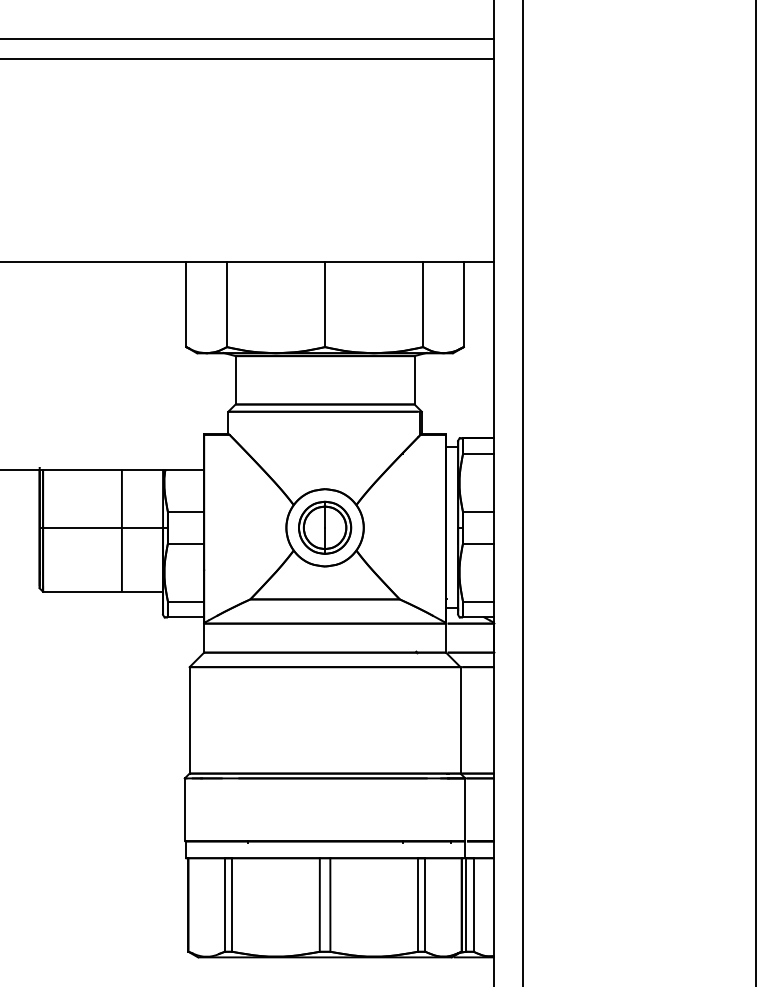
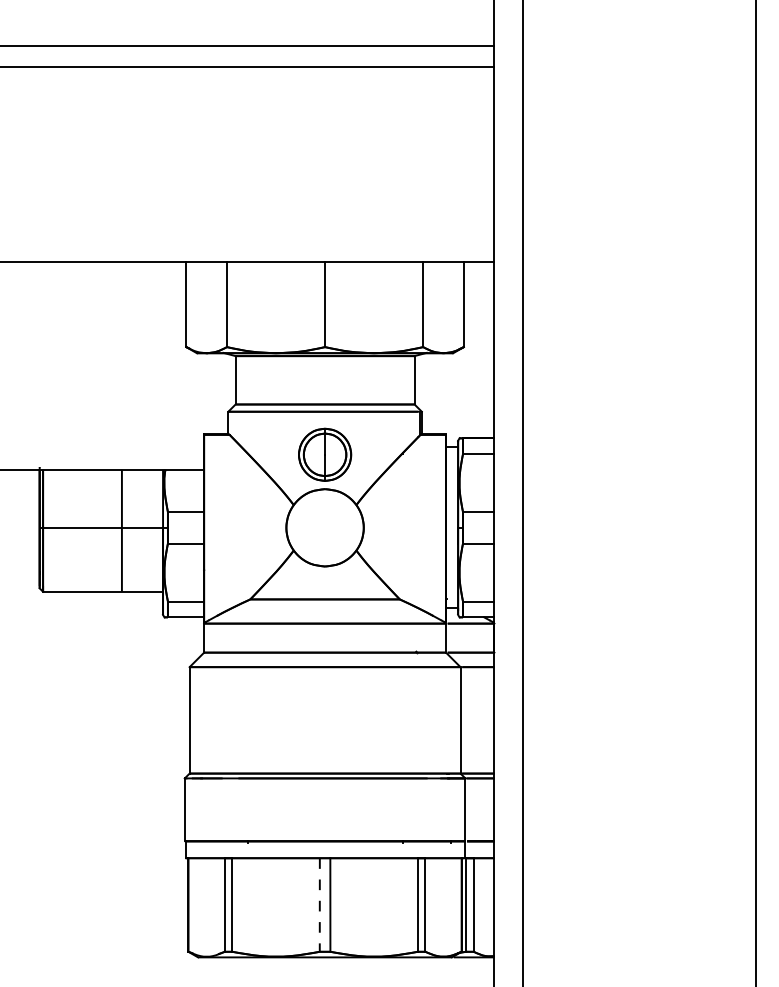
line at (248, 39) position: (248, 39) -> (248, 46)
line at (248, 58) position: (248, 58) -> (248, 66)
part at (325, 527) position: (325, 527) -> (325, 454)
line at (319, 905): solid -> dashed
